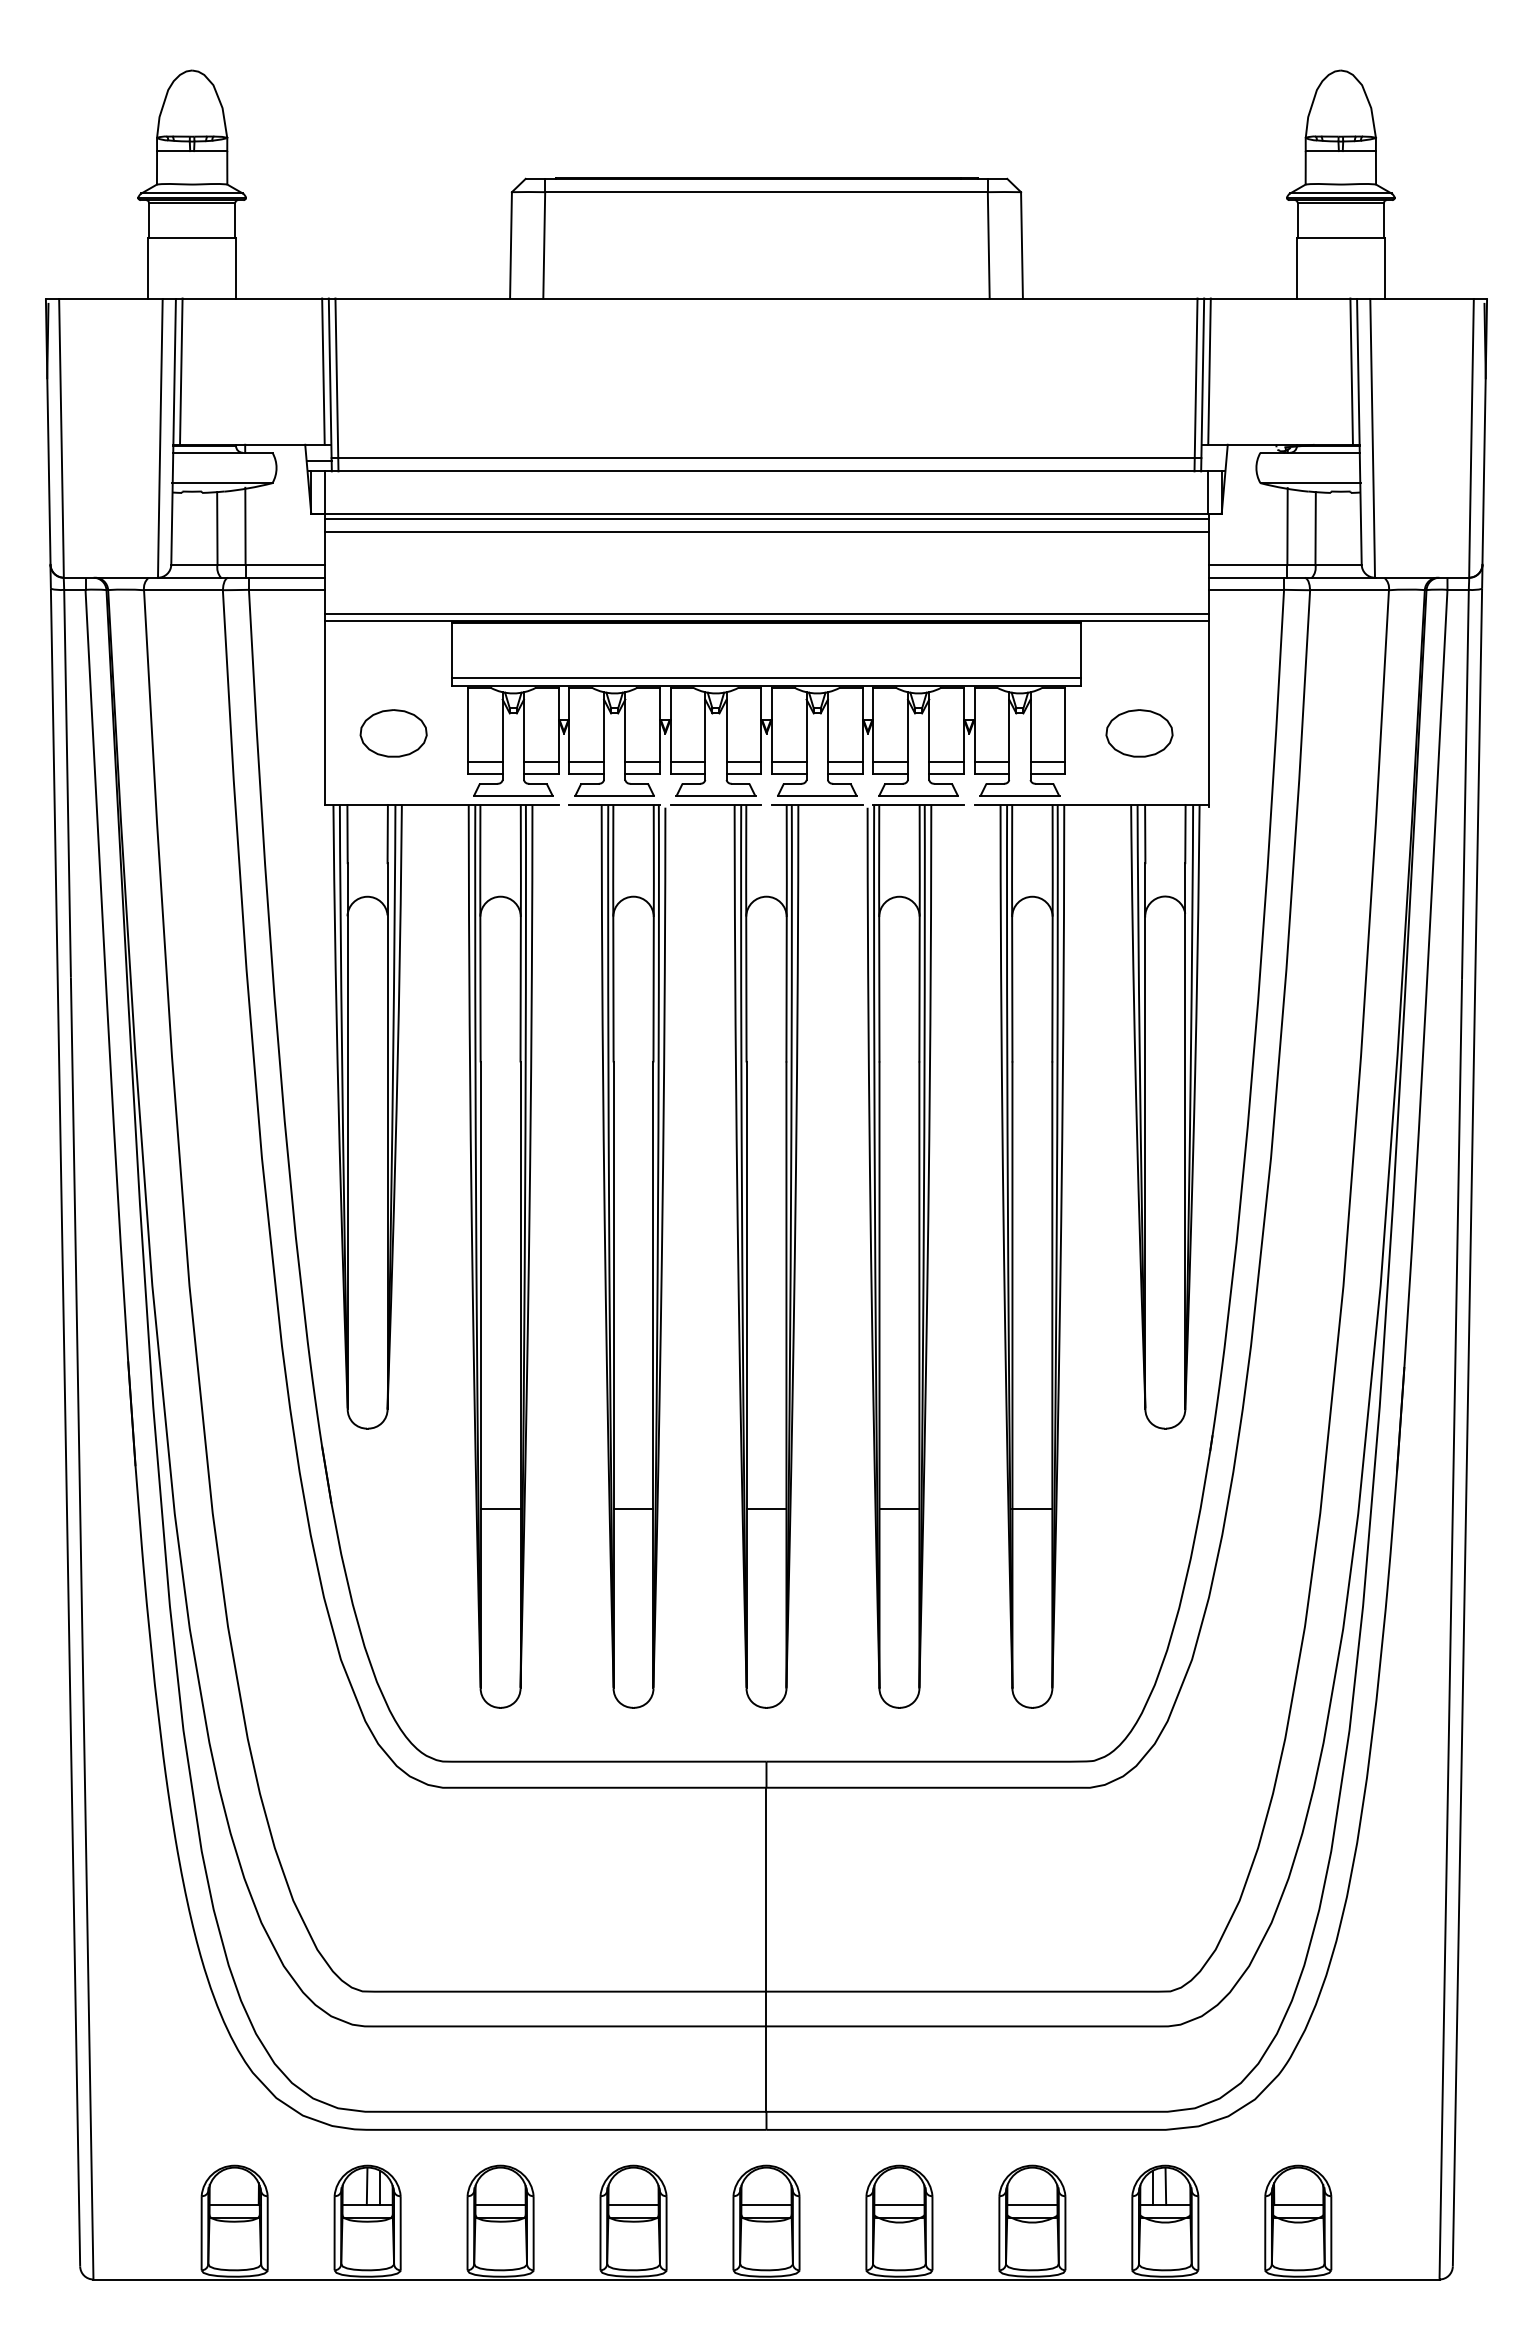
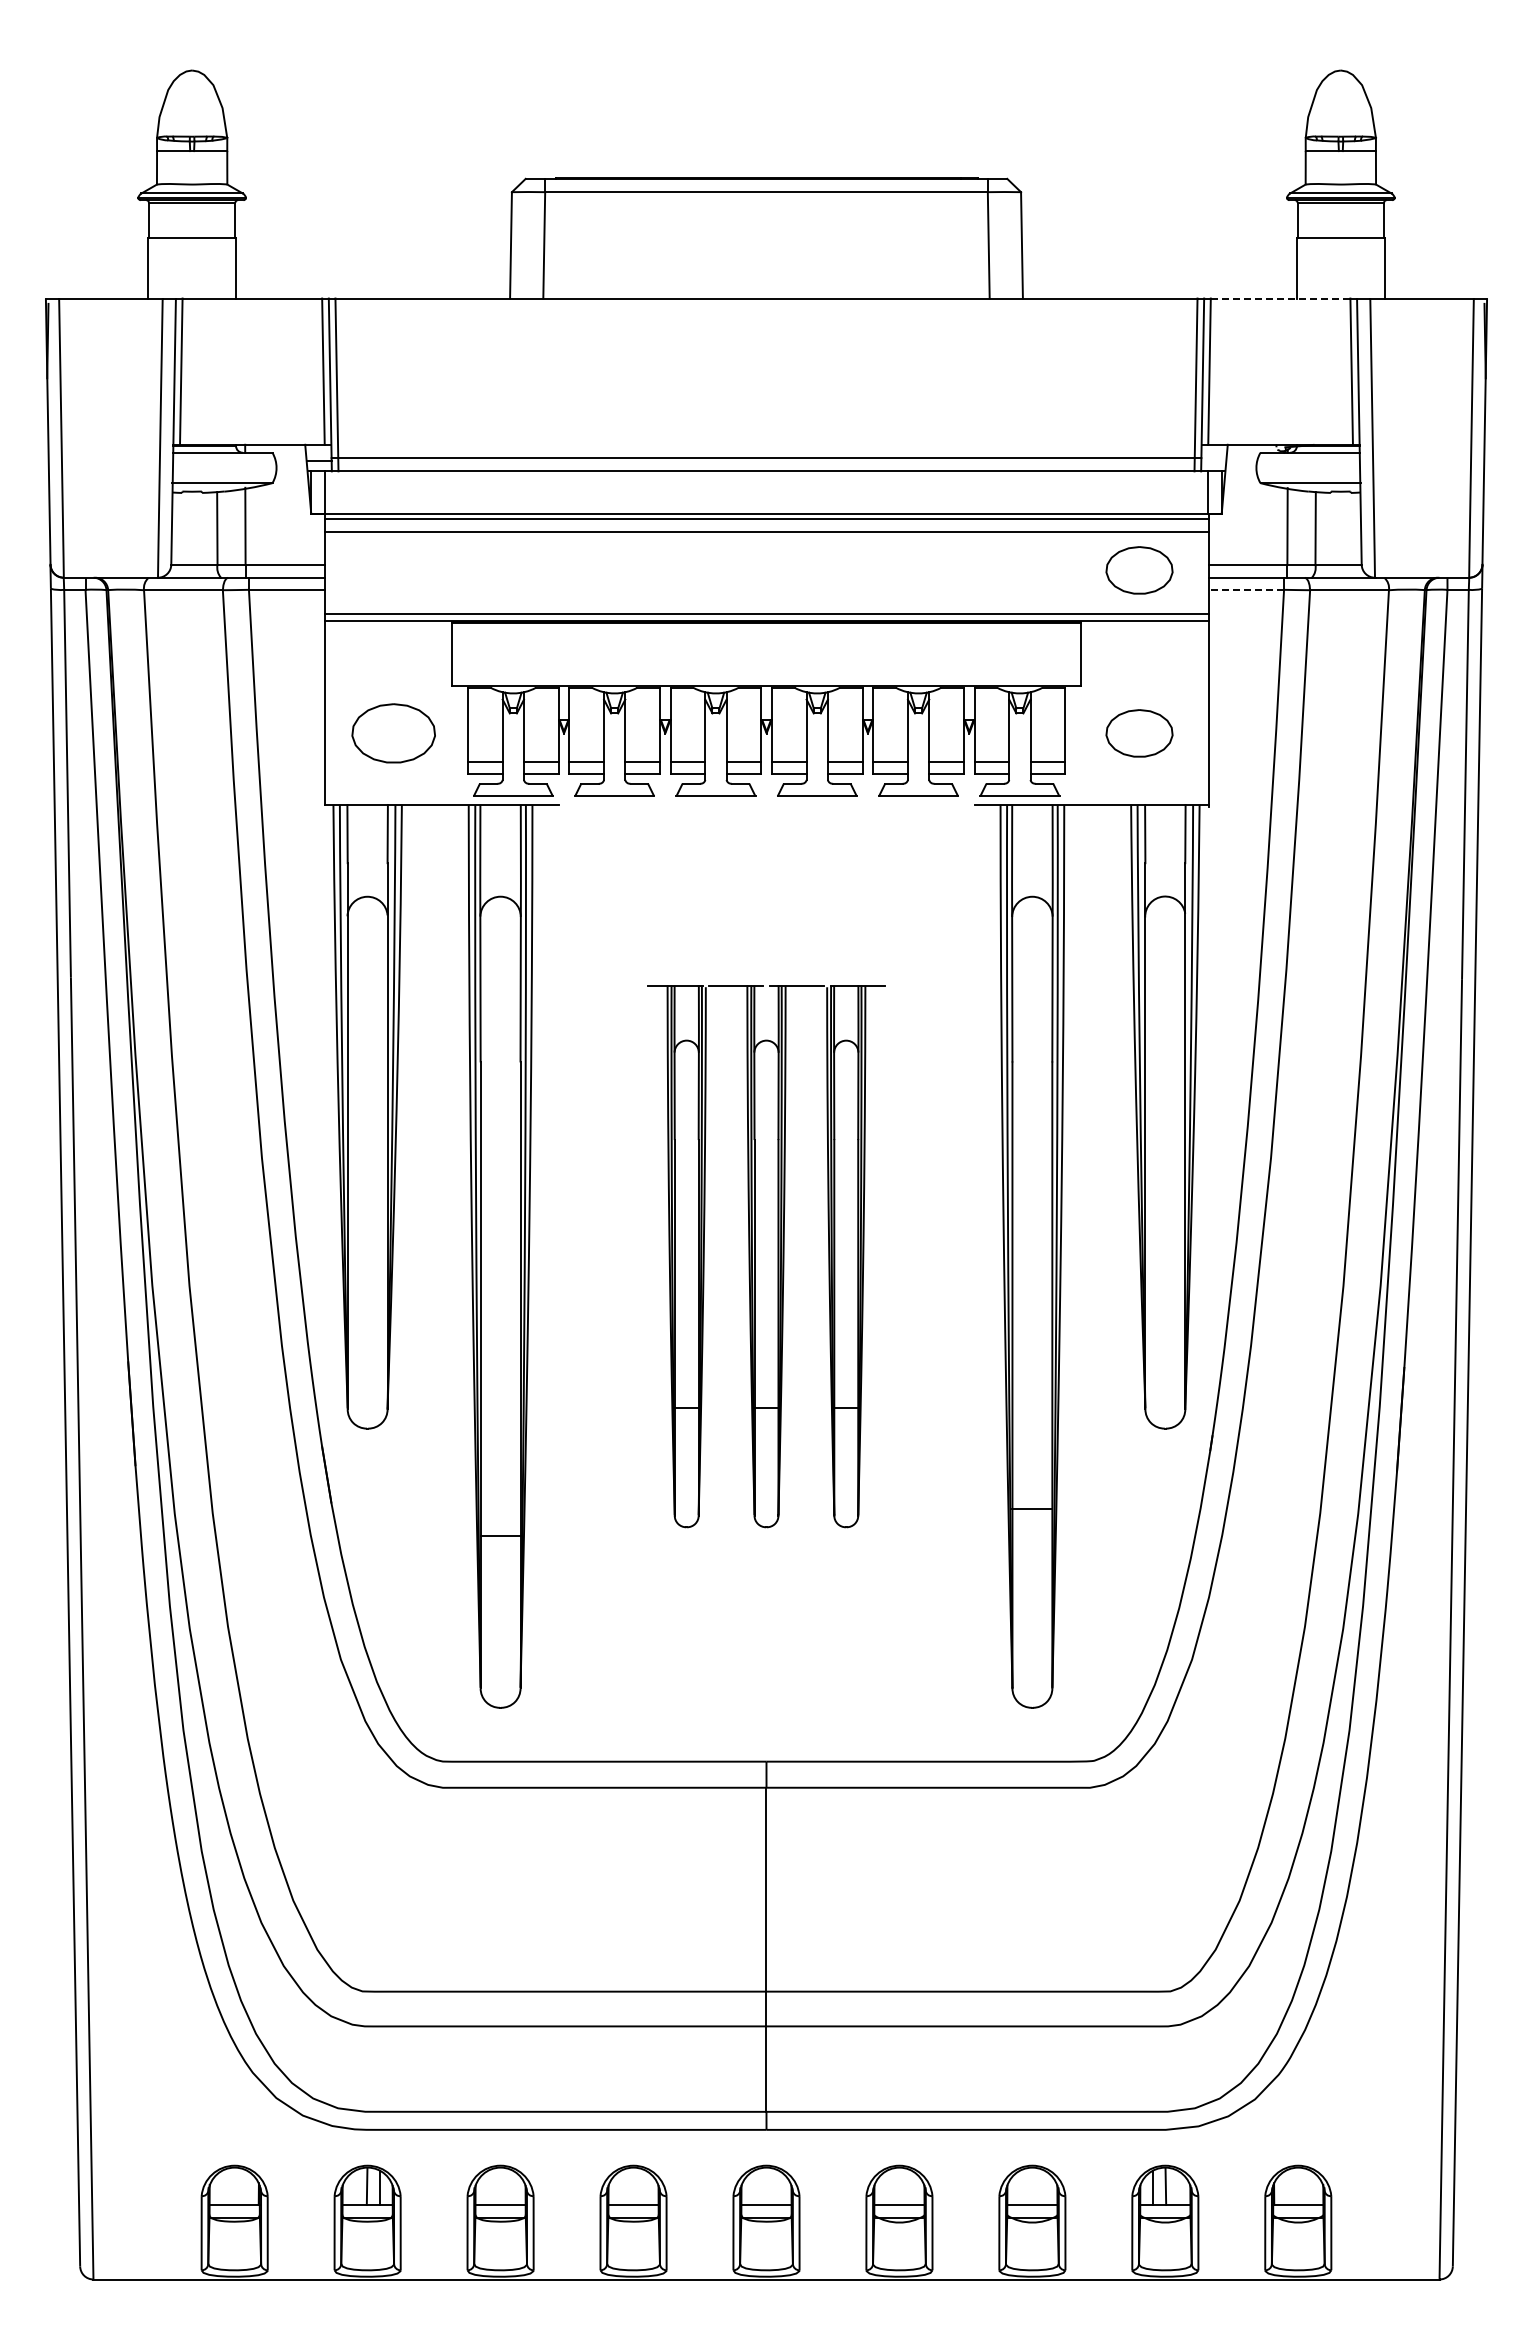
line at (1280, 298): solid -> dashed
part at (1139, 570): none -> present
line at (1246, 589): solid -> dashed
line at (766, 678): present -> none
part at (393, 733) size: 69x49 px -> 85x61 px
part at (766, 1256) size: 397x905 px -> 239x544 px
line at (500, 1509) position: (500, 1509) -> (500, 1536)
